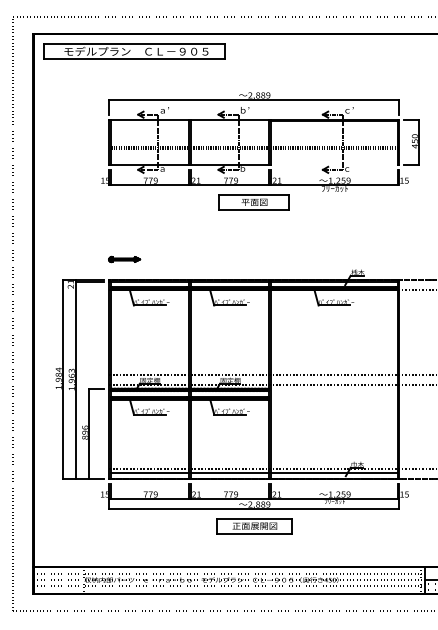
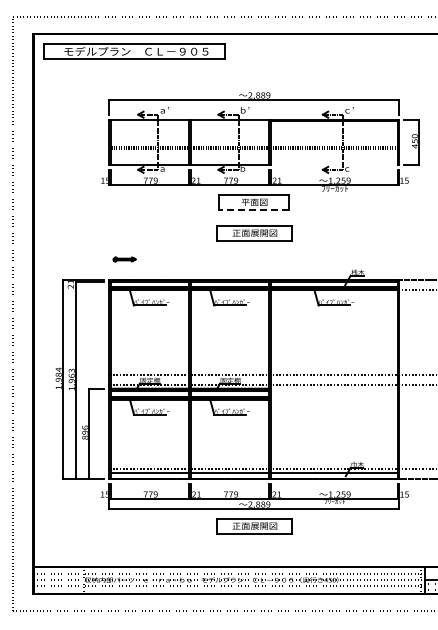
line at (253, 210): solid -> dashed
part at (254, 233): none -> present
part at (124, 259) size: 34x9 px -> 25x7 px
